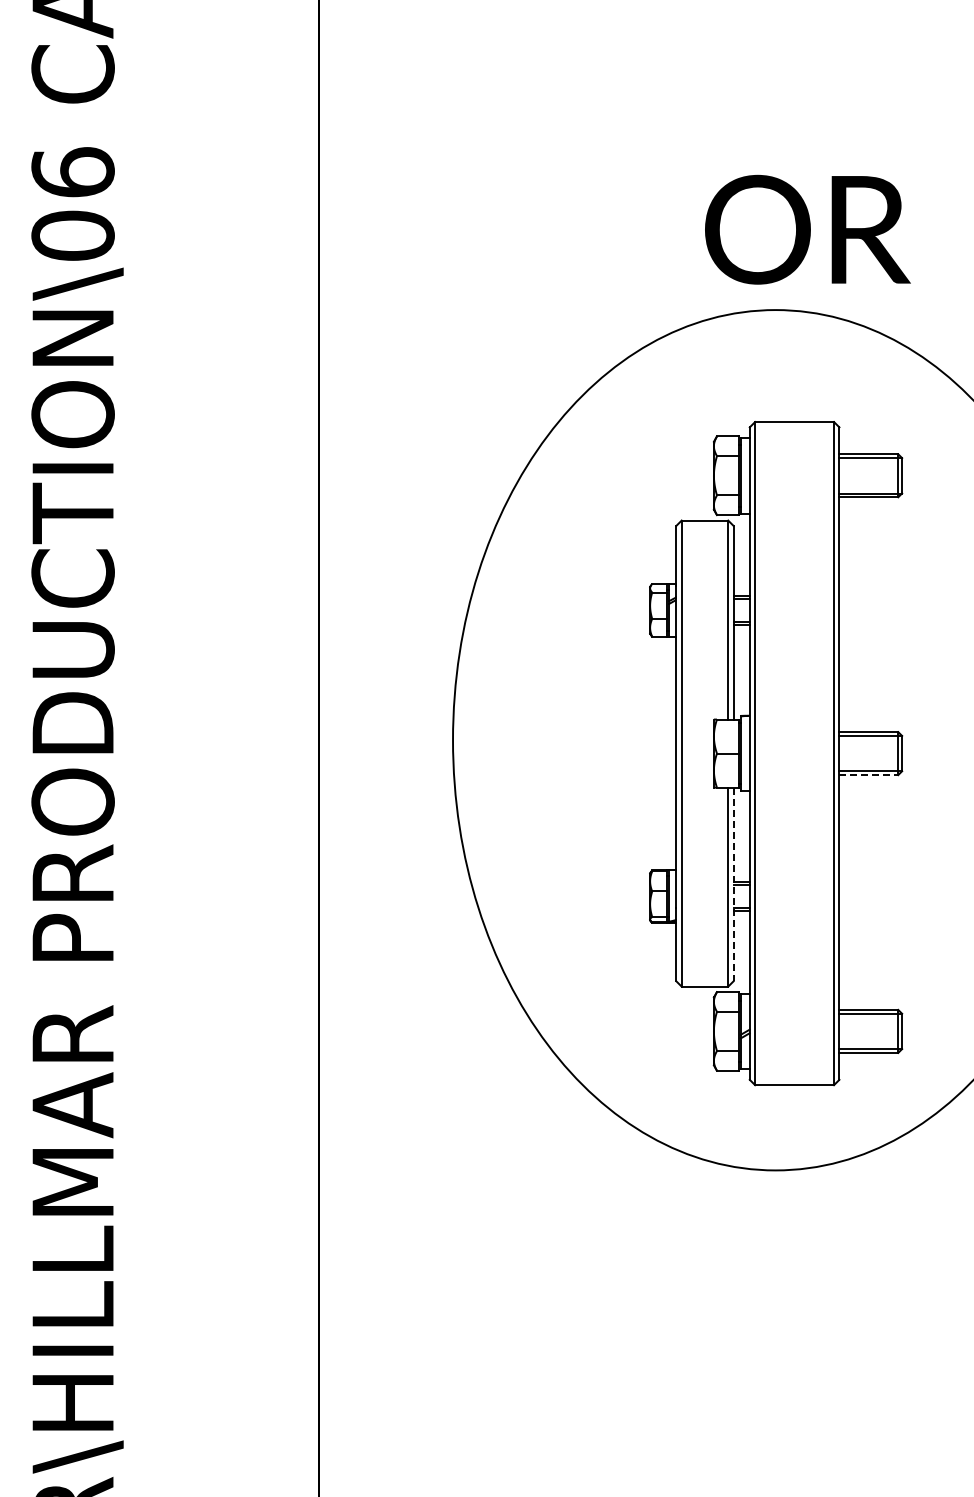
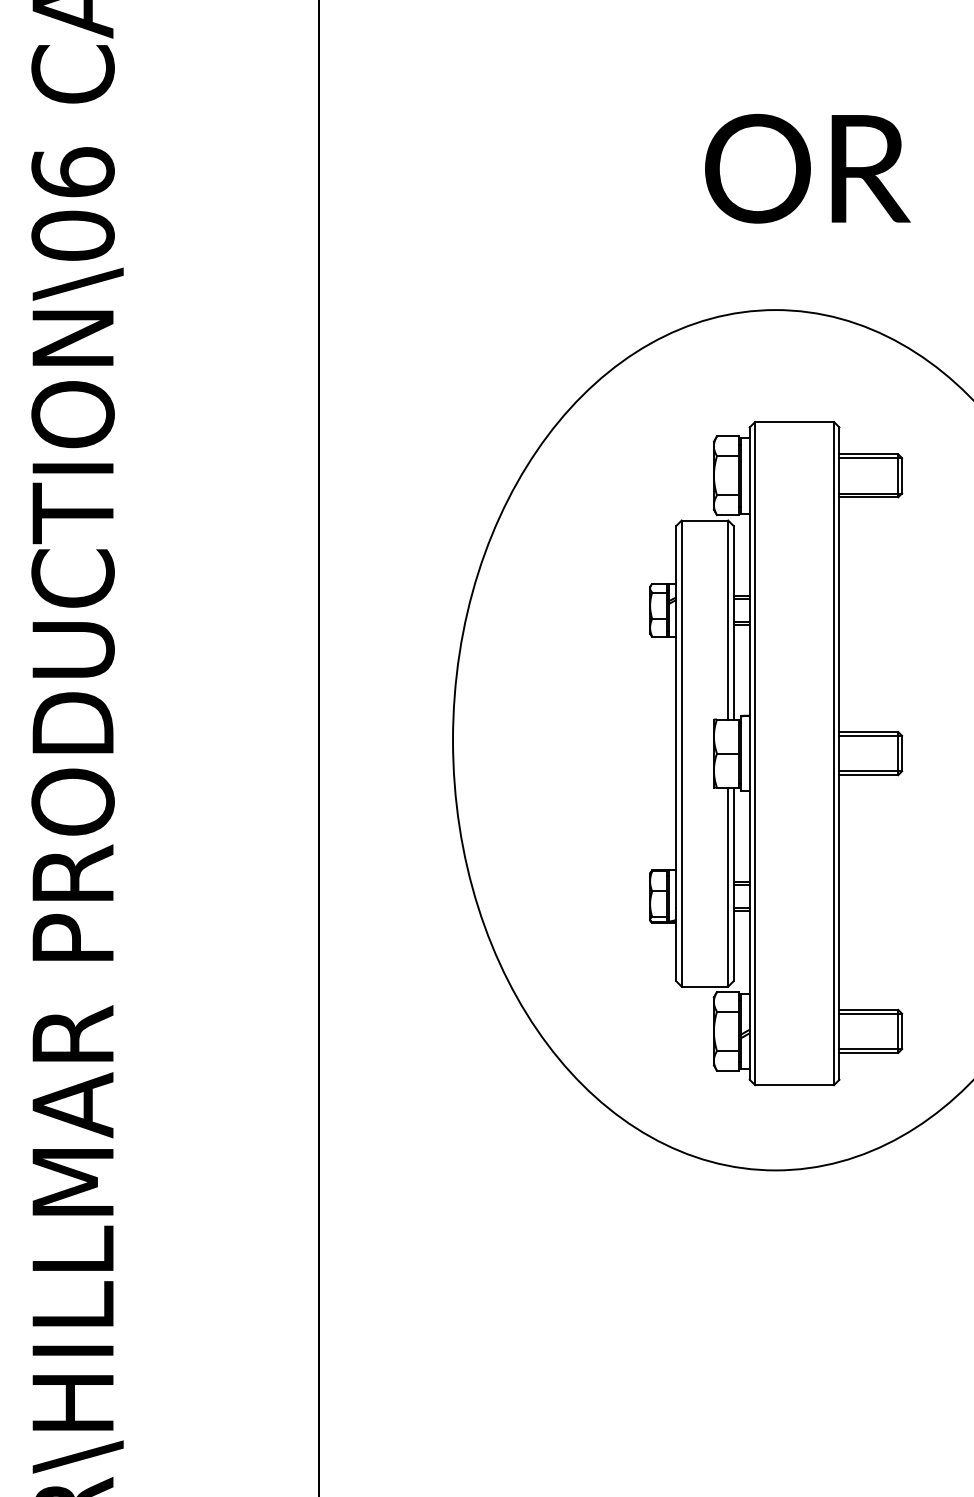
text at (807, 229) position: (807, 229) -> (807, 168)
line at (869, 775): dashed -> solid
line at (733, 884): dashed -> solid
